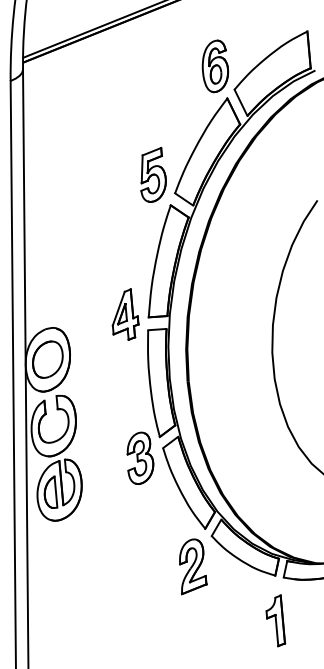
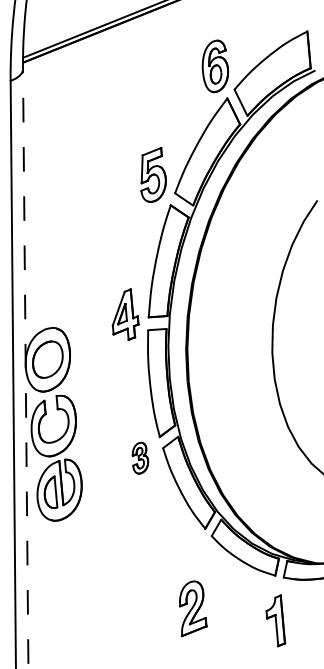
line at (25, 368): solid -> dashed
part at (140, 457) size: 29x54 px -> 19x34 px
part at (193, 566) position: (193, 566) -> (193, 608)
